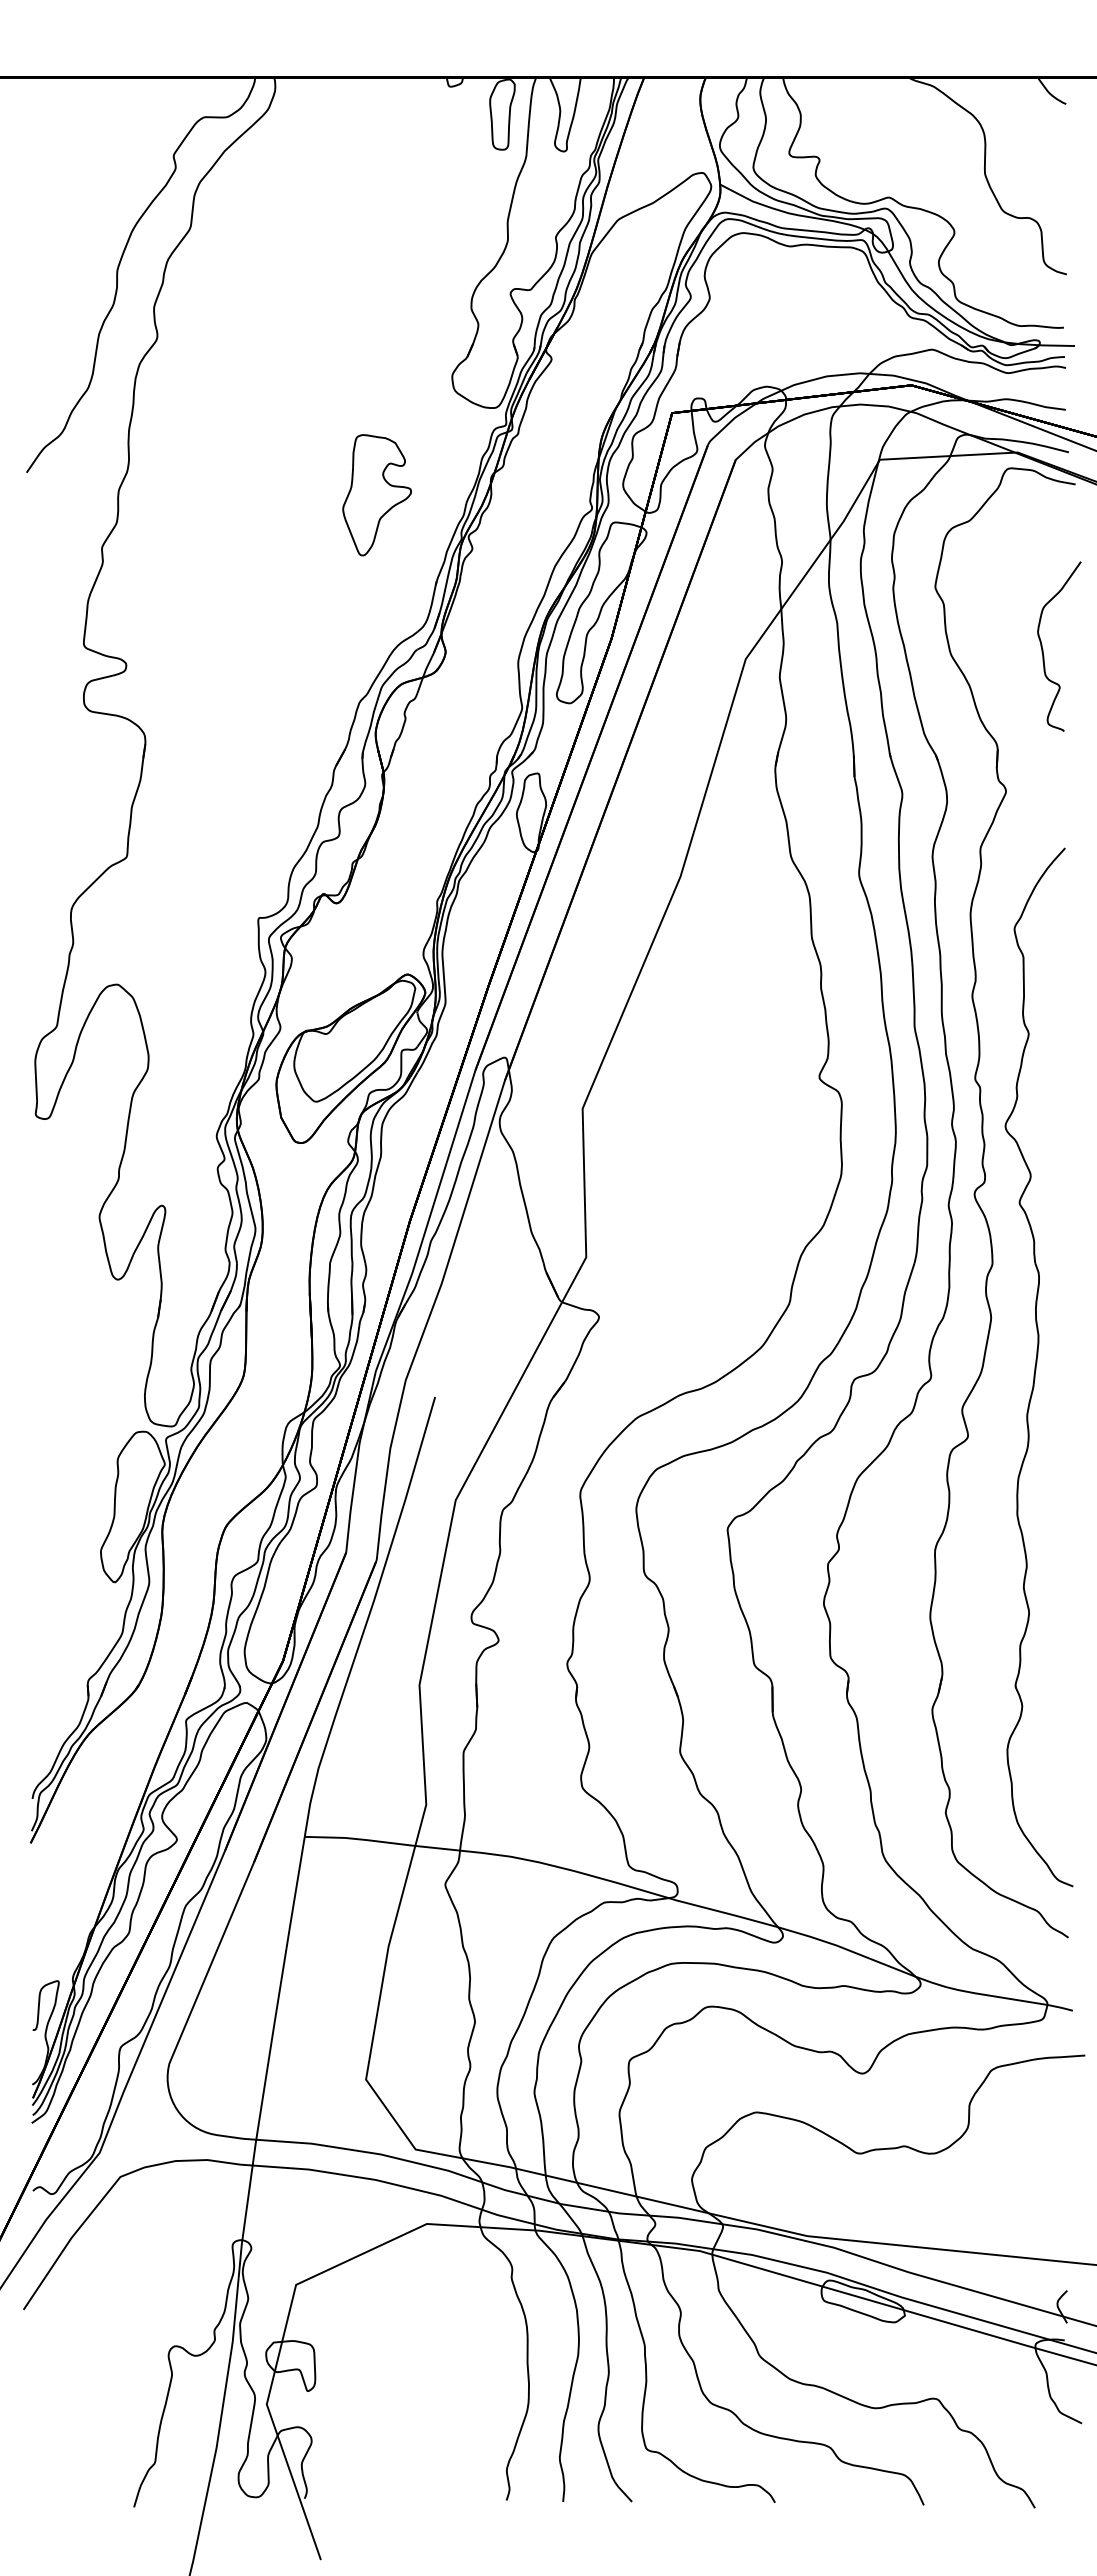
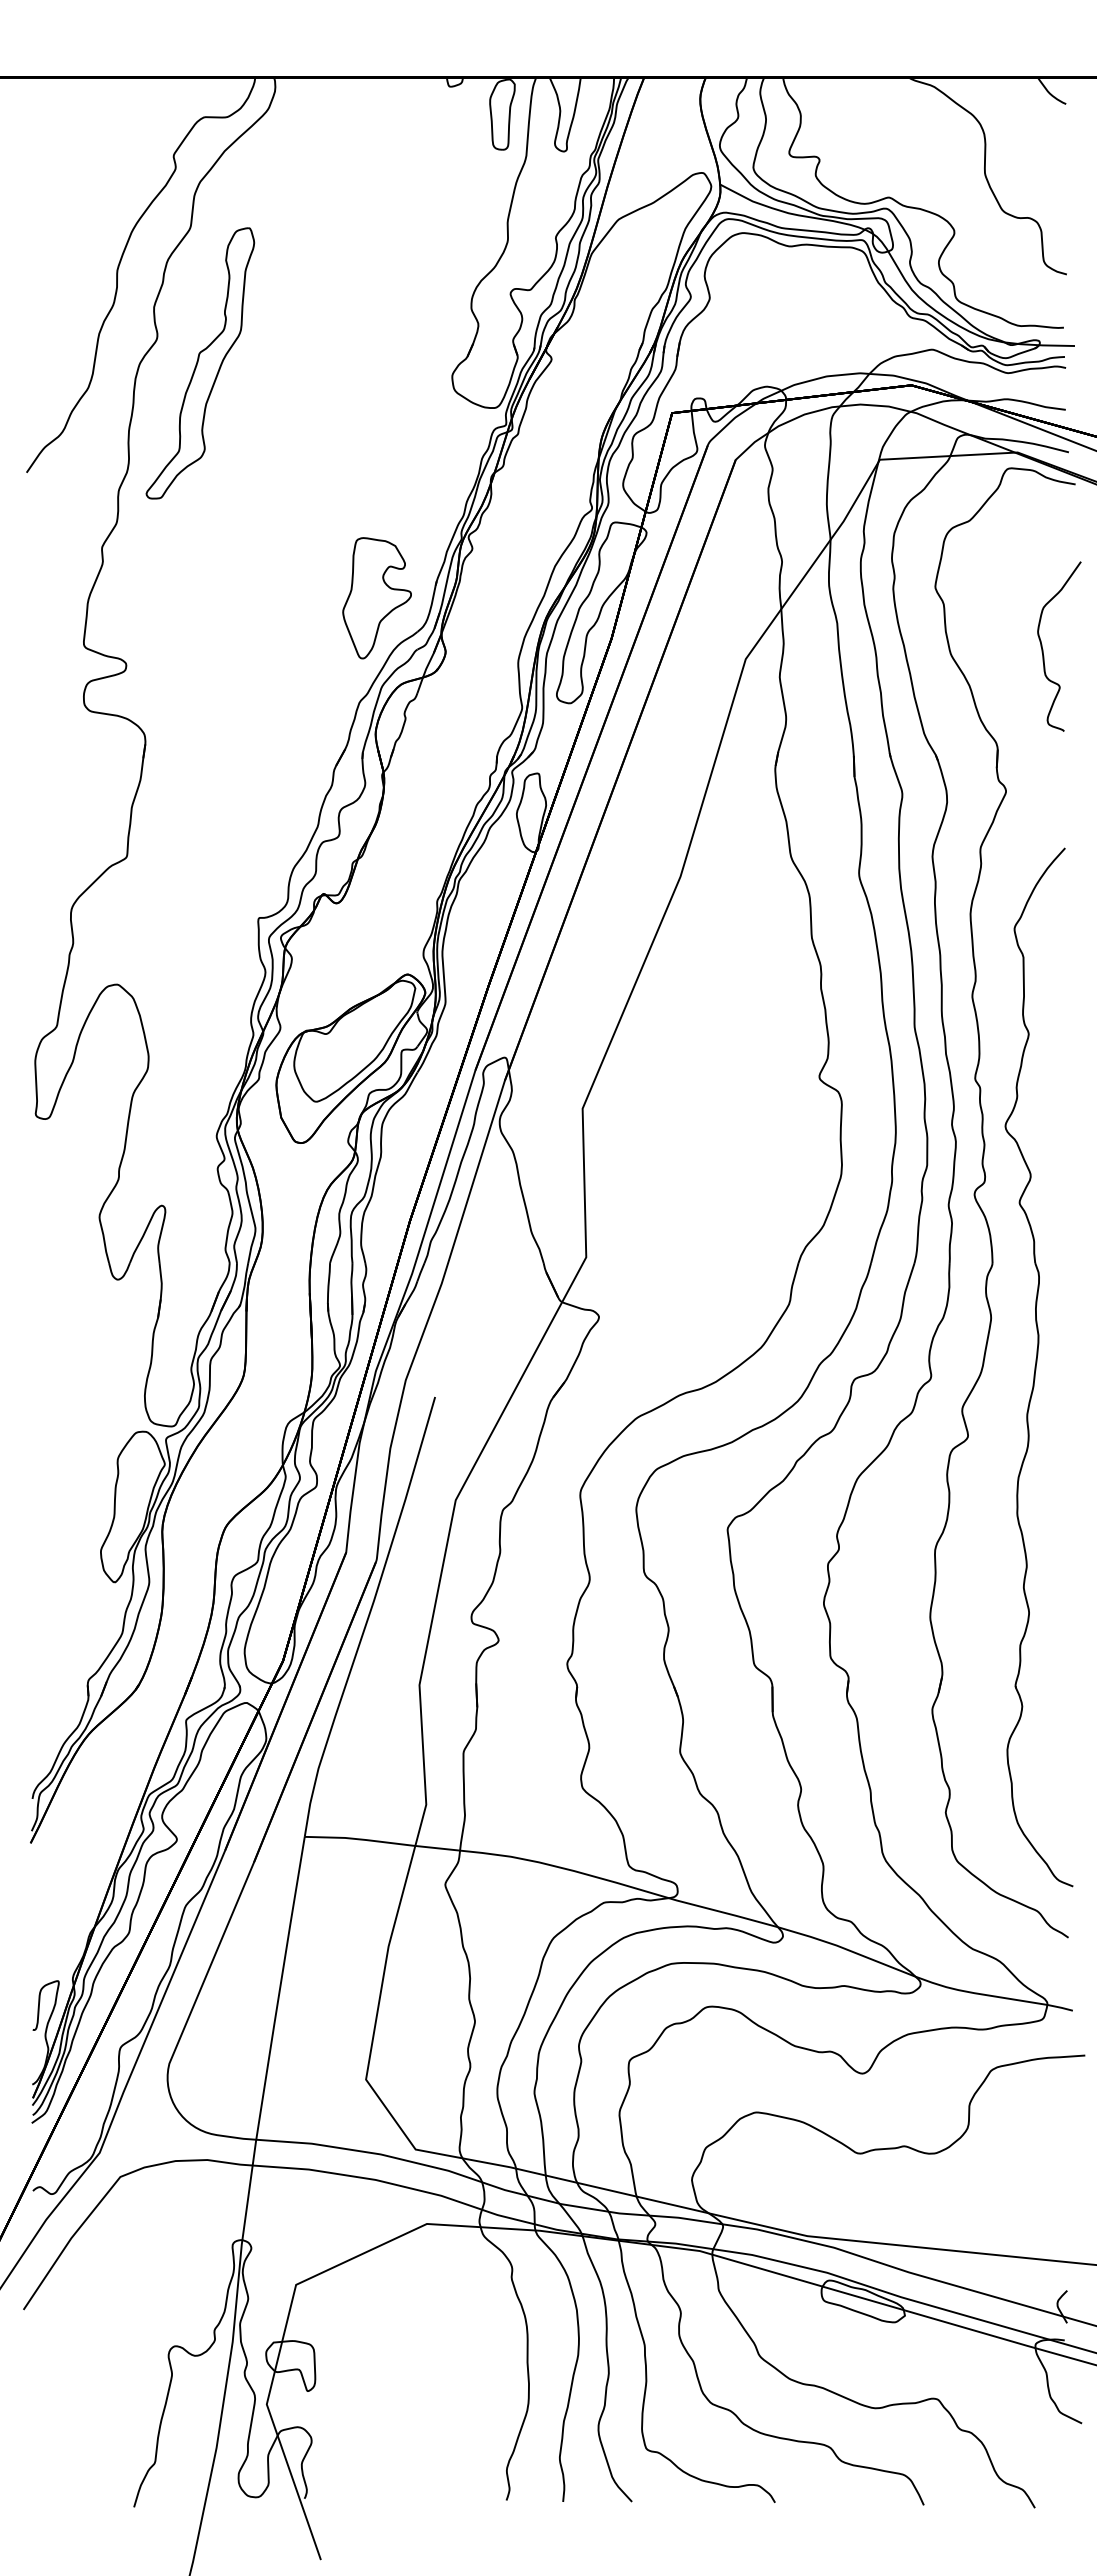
part at (200, 363): none -> present
part at (376, 495) position: (376, 495) -> (376, 598)
